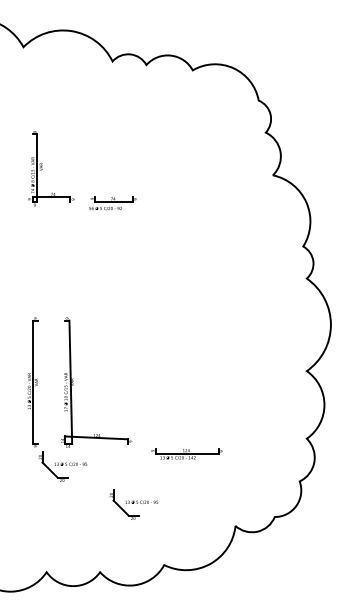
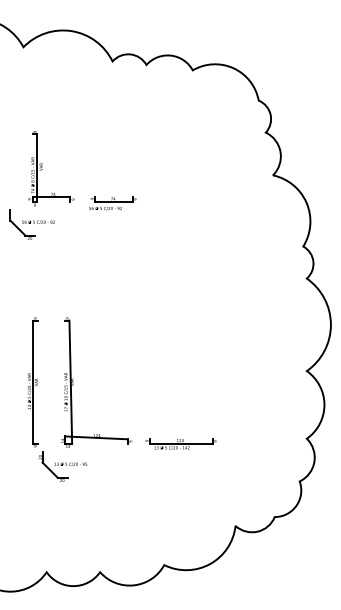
part at (31, 224): none -> present
part at (186, 453) position: (186, 453) -> (180, 443)
part at (133, 504): present -> none
